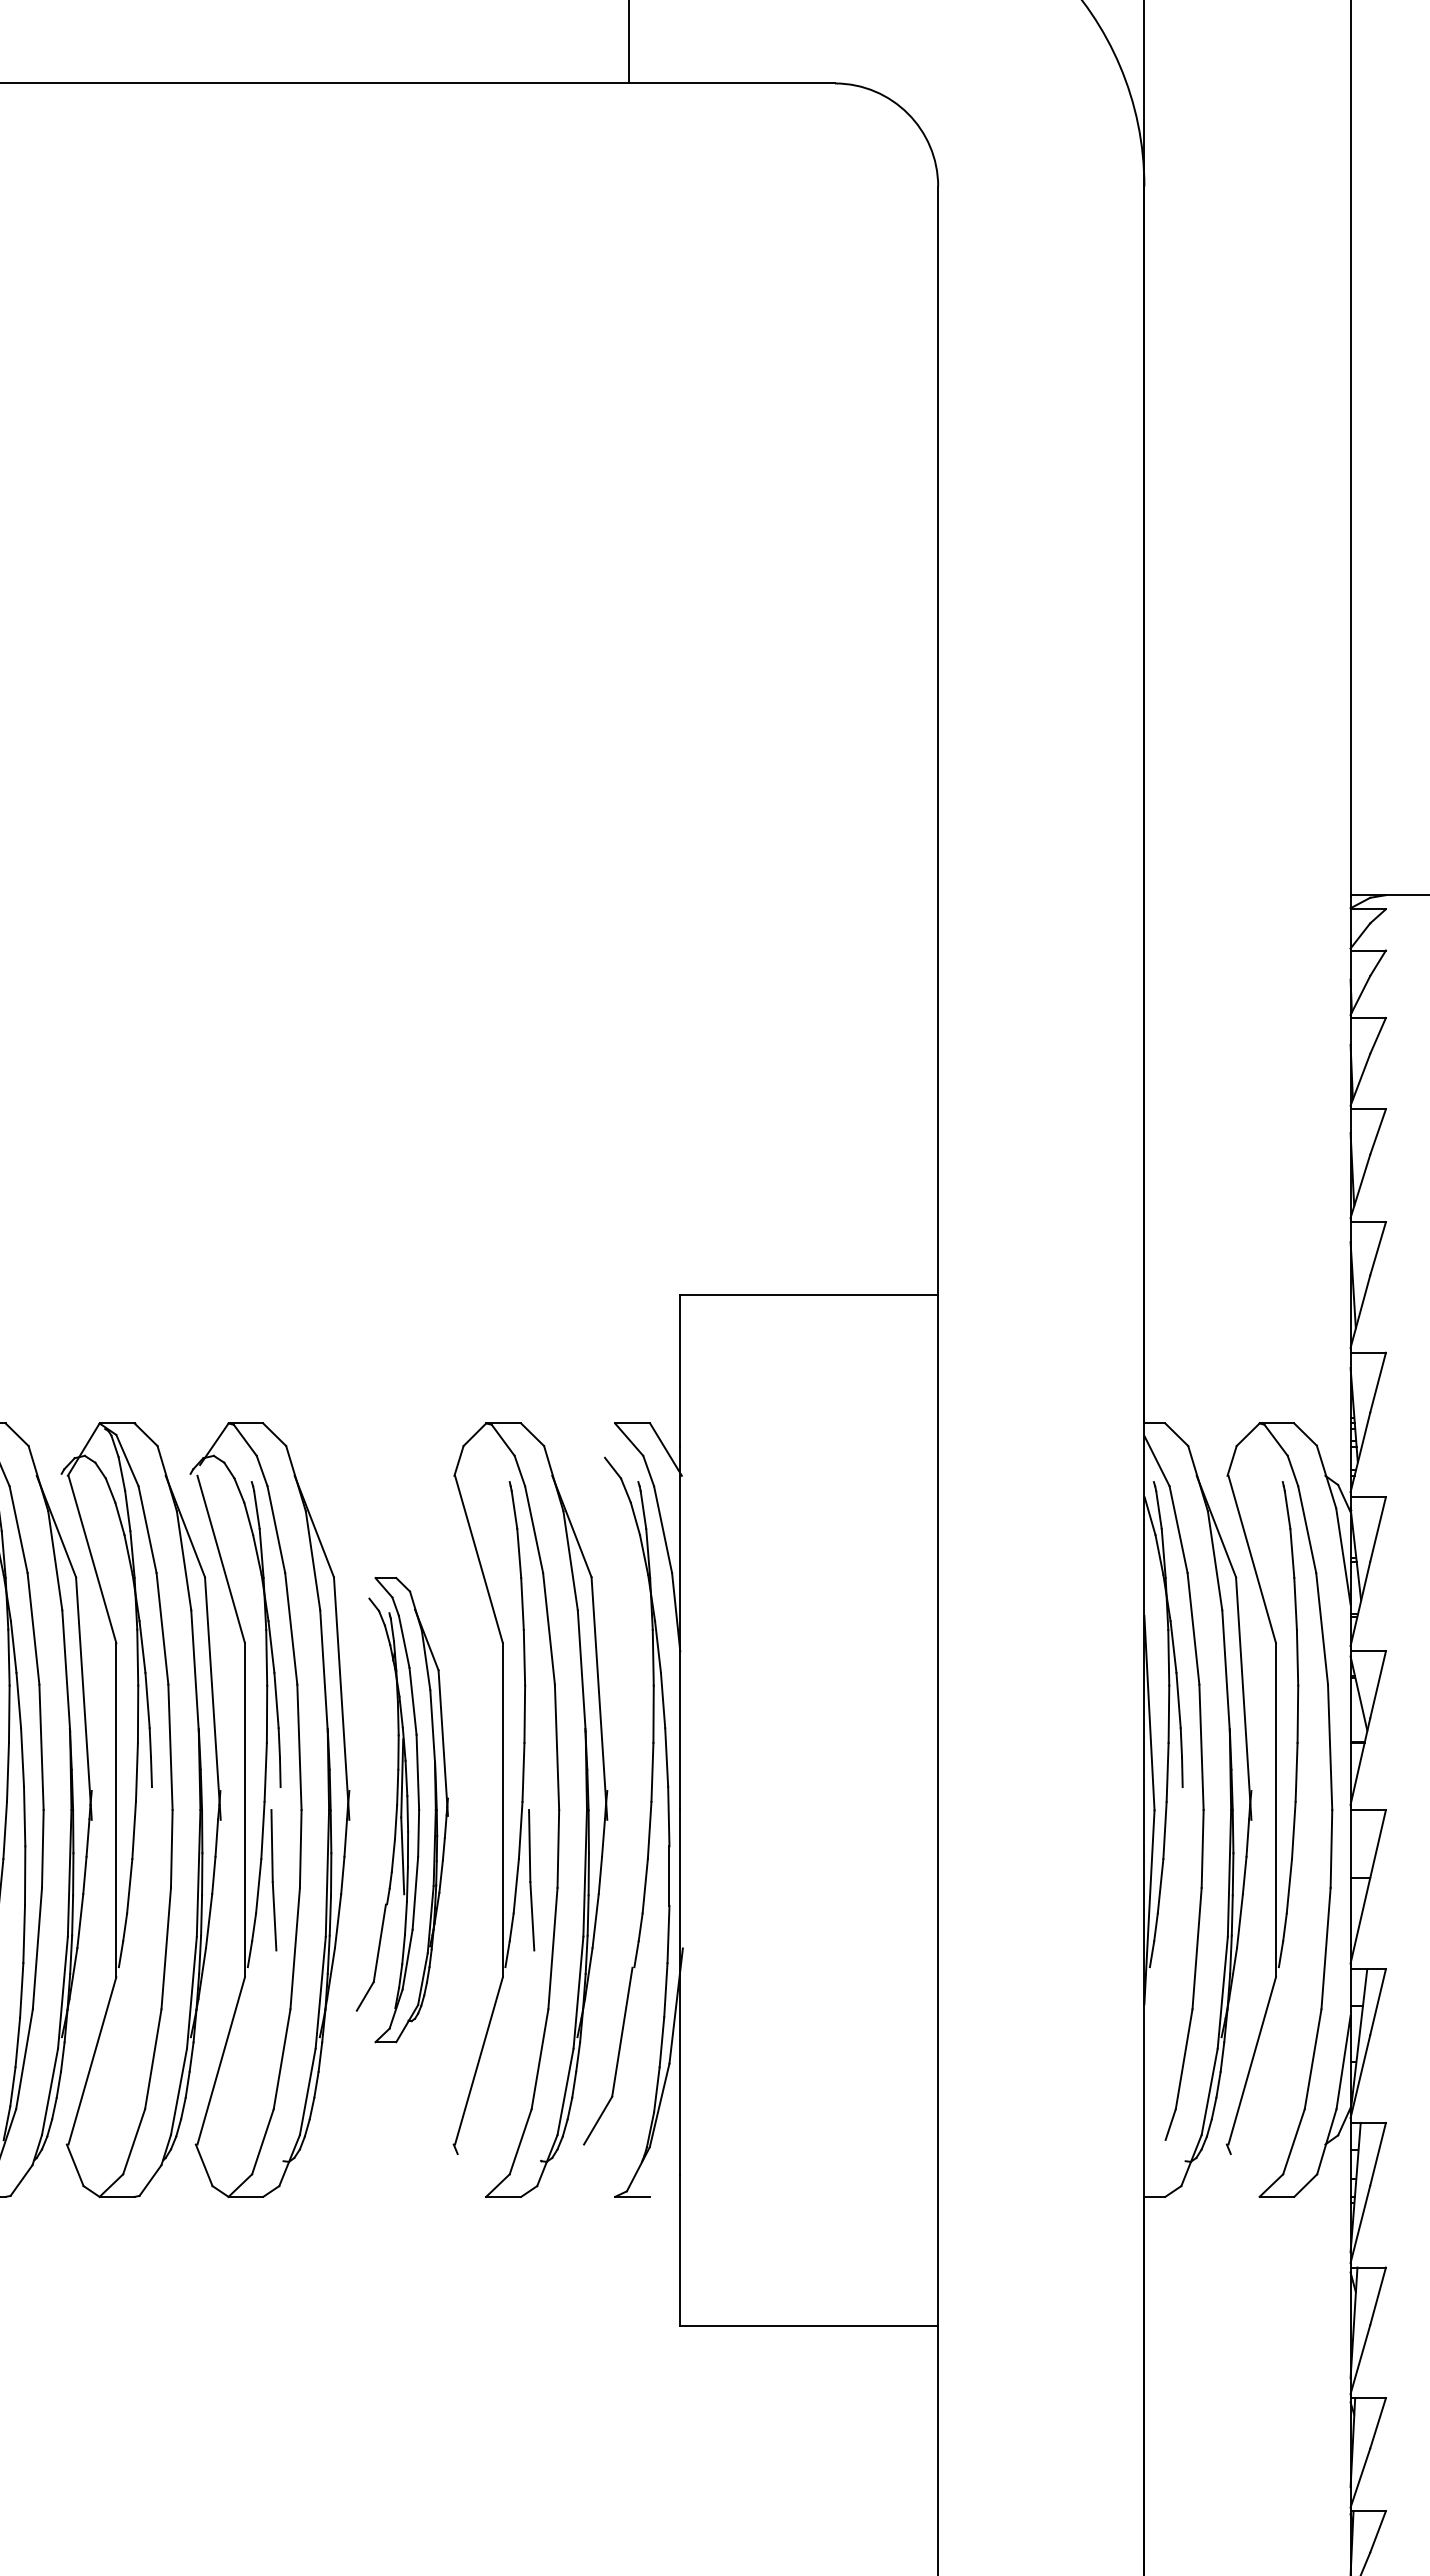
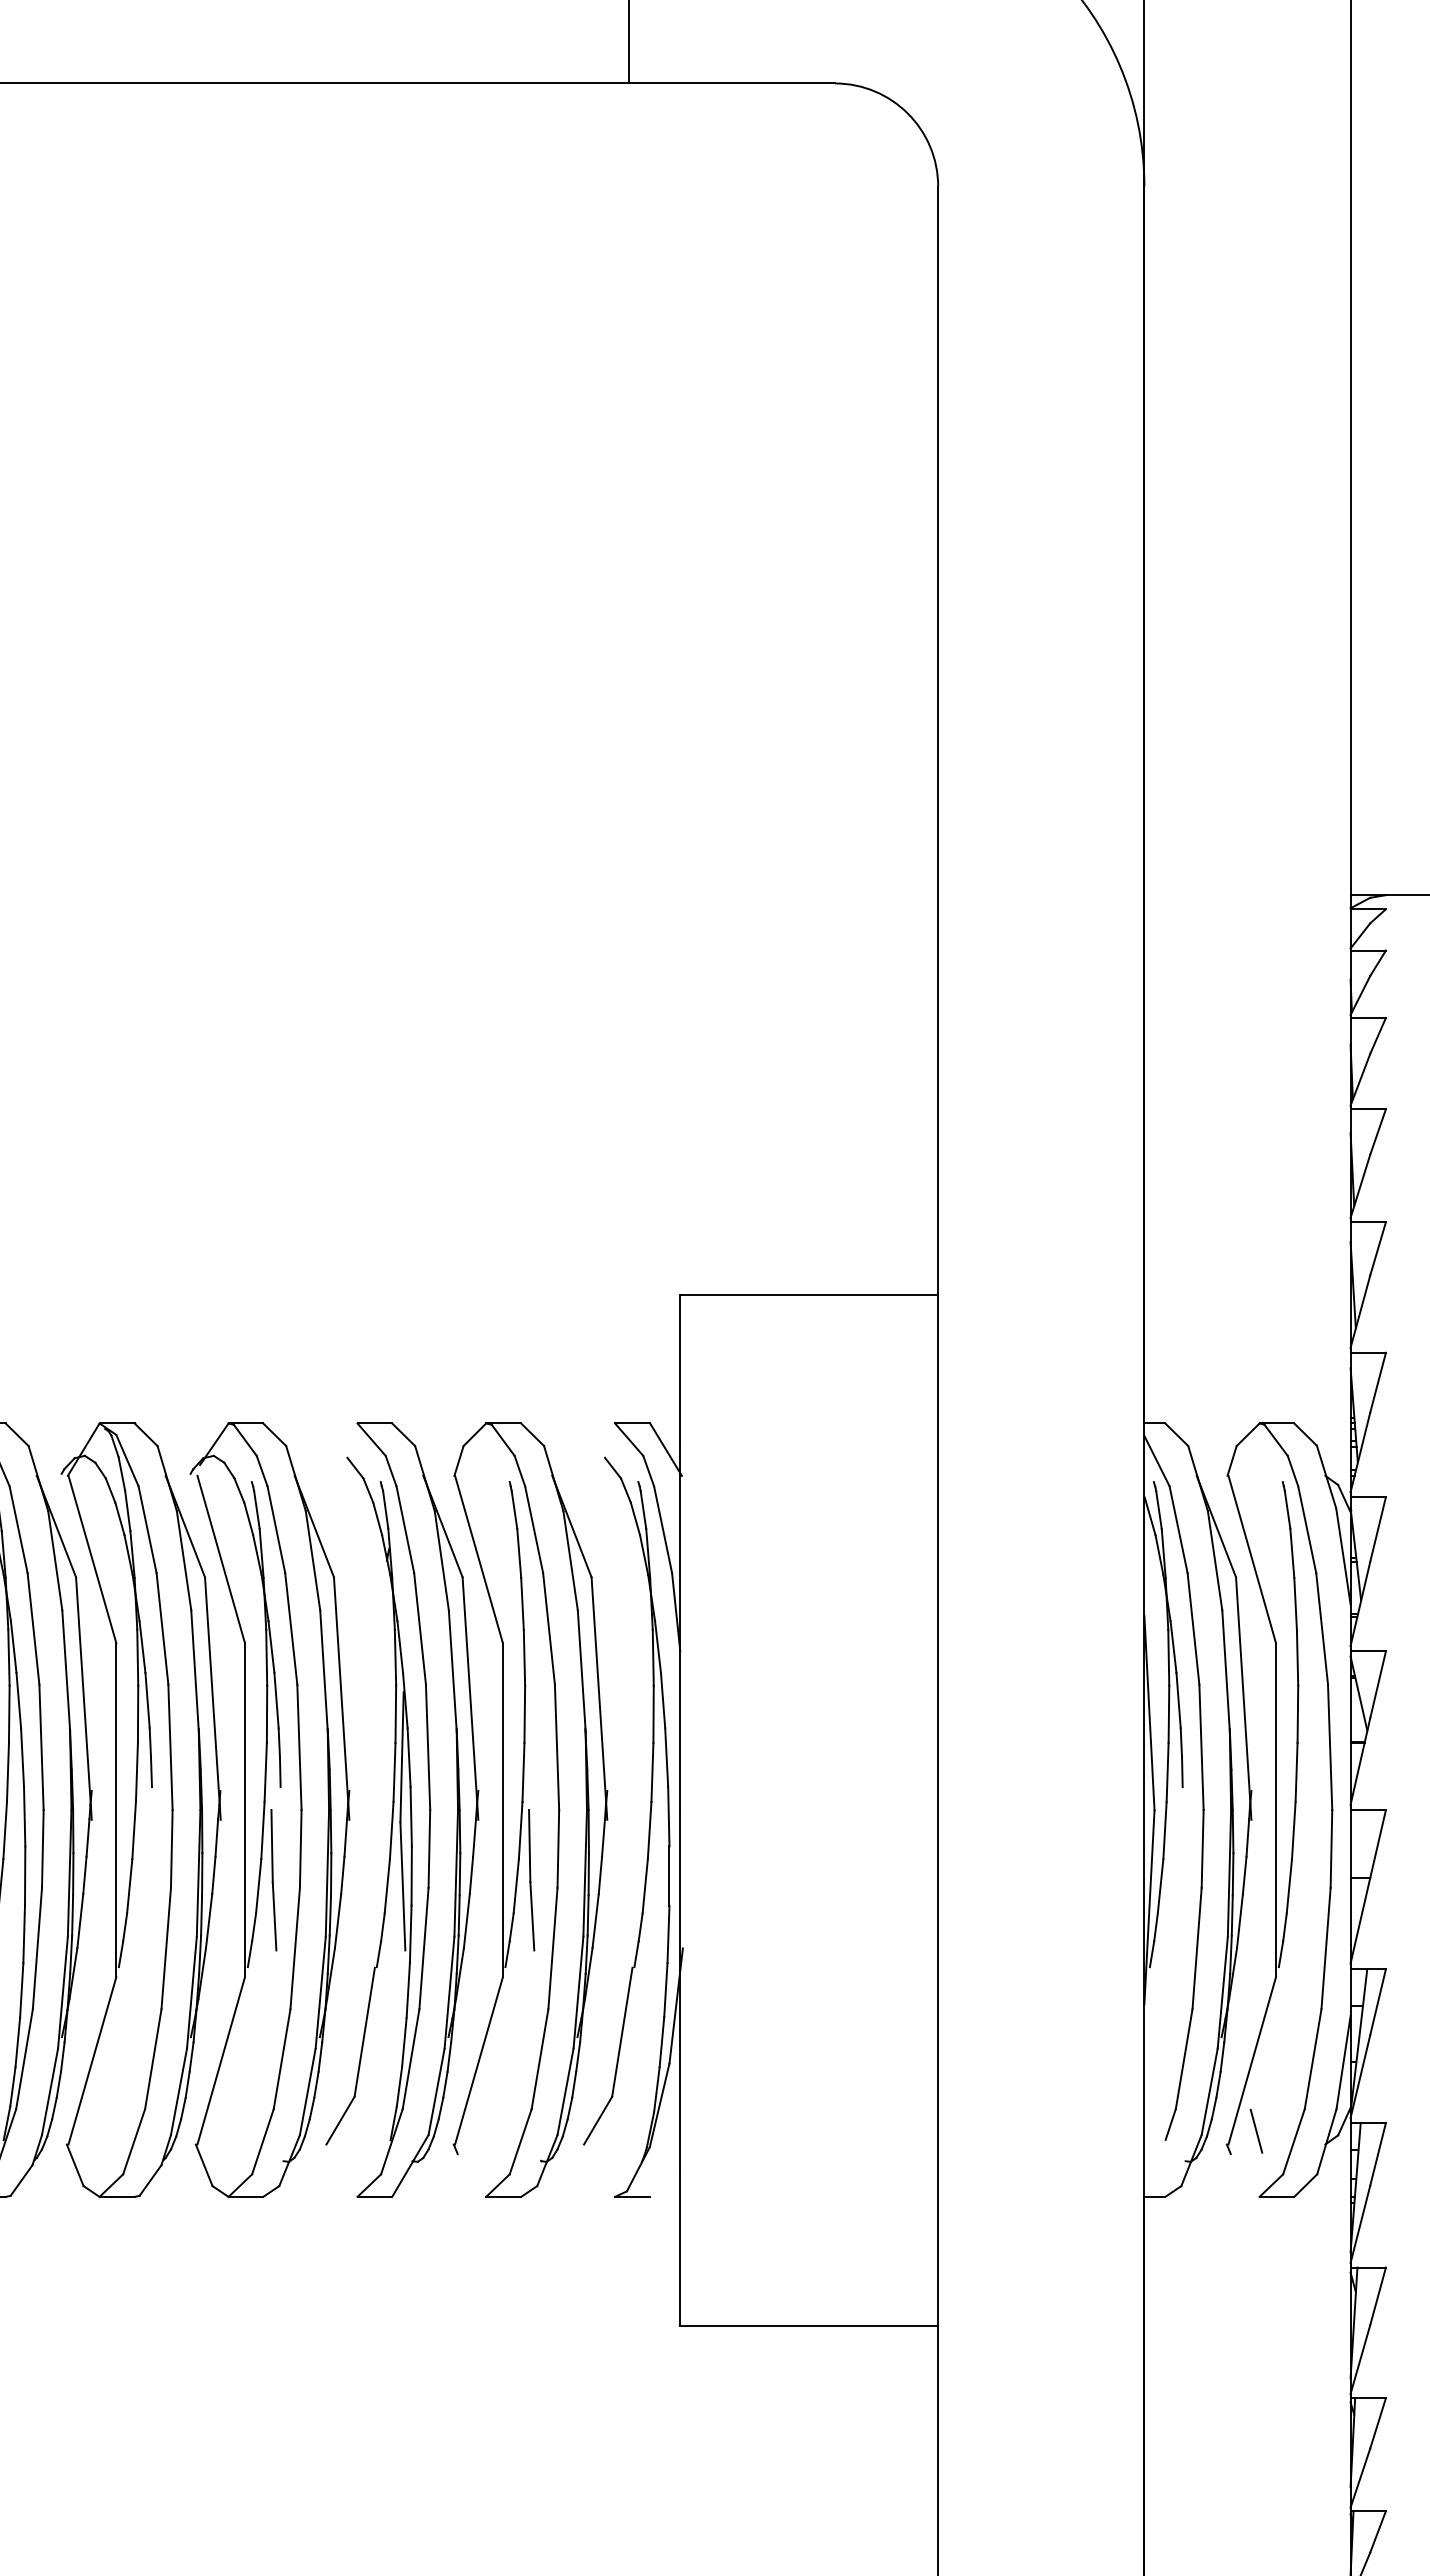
part at (401, 1810) size: 94x467 px -> 155x776 px
line at (1256, 2130): none -> present
